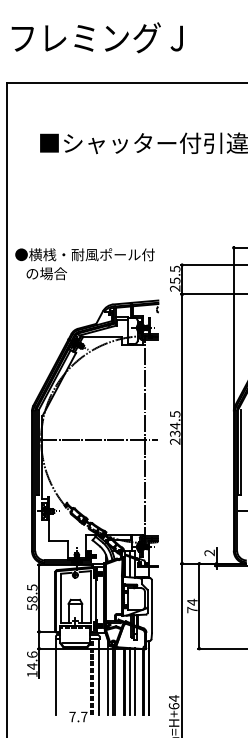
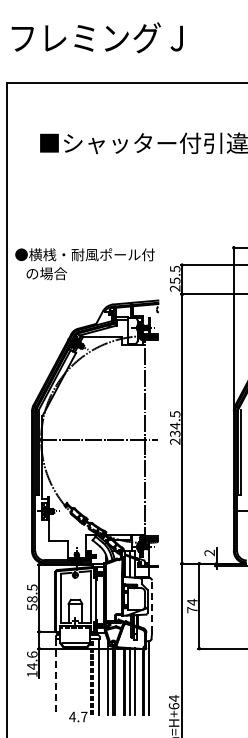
line at (152, 606): solid -> dashed
line at (56, 676): solid -> dashed
text at (72, 716): 7.7 -> 4.7
